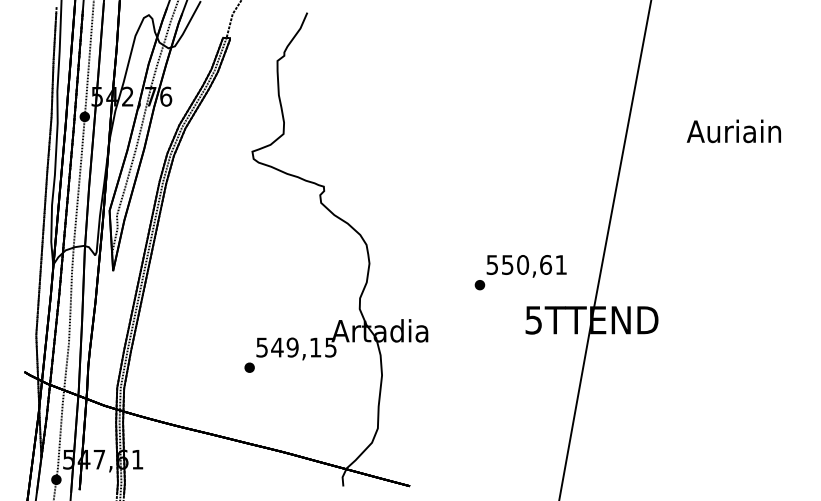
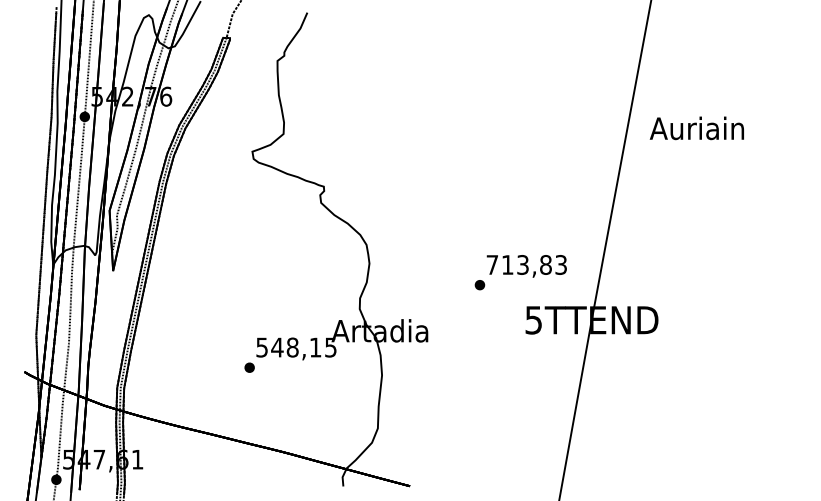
text at (733, 131) position: (733, 131) -> (696, 128)
text at (526, 264): 550,61 -> 713,83
text at (292, 347): 549,15 -> 548,15
